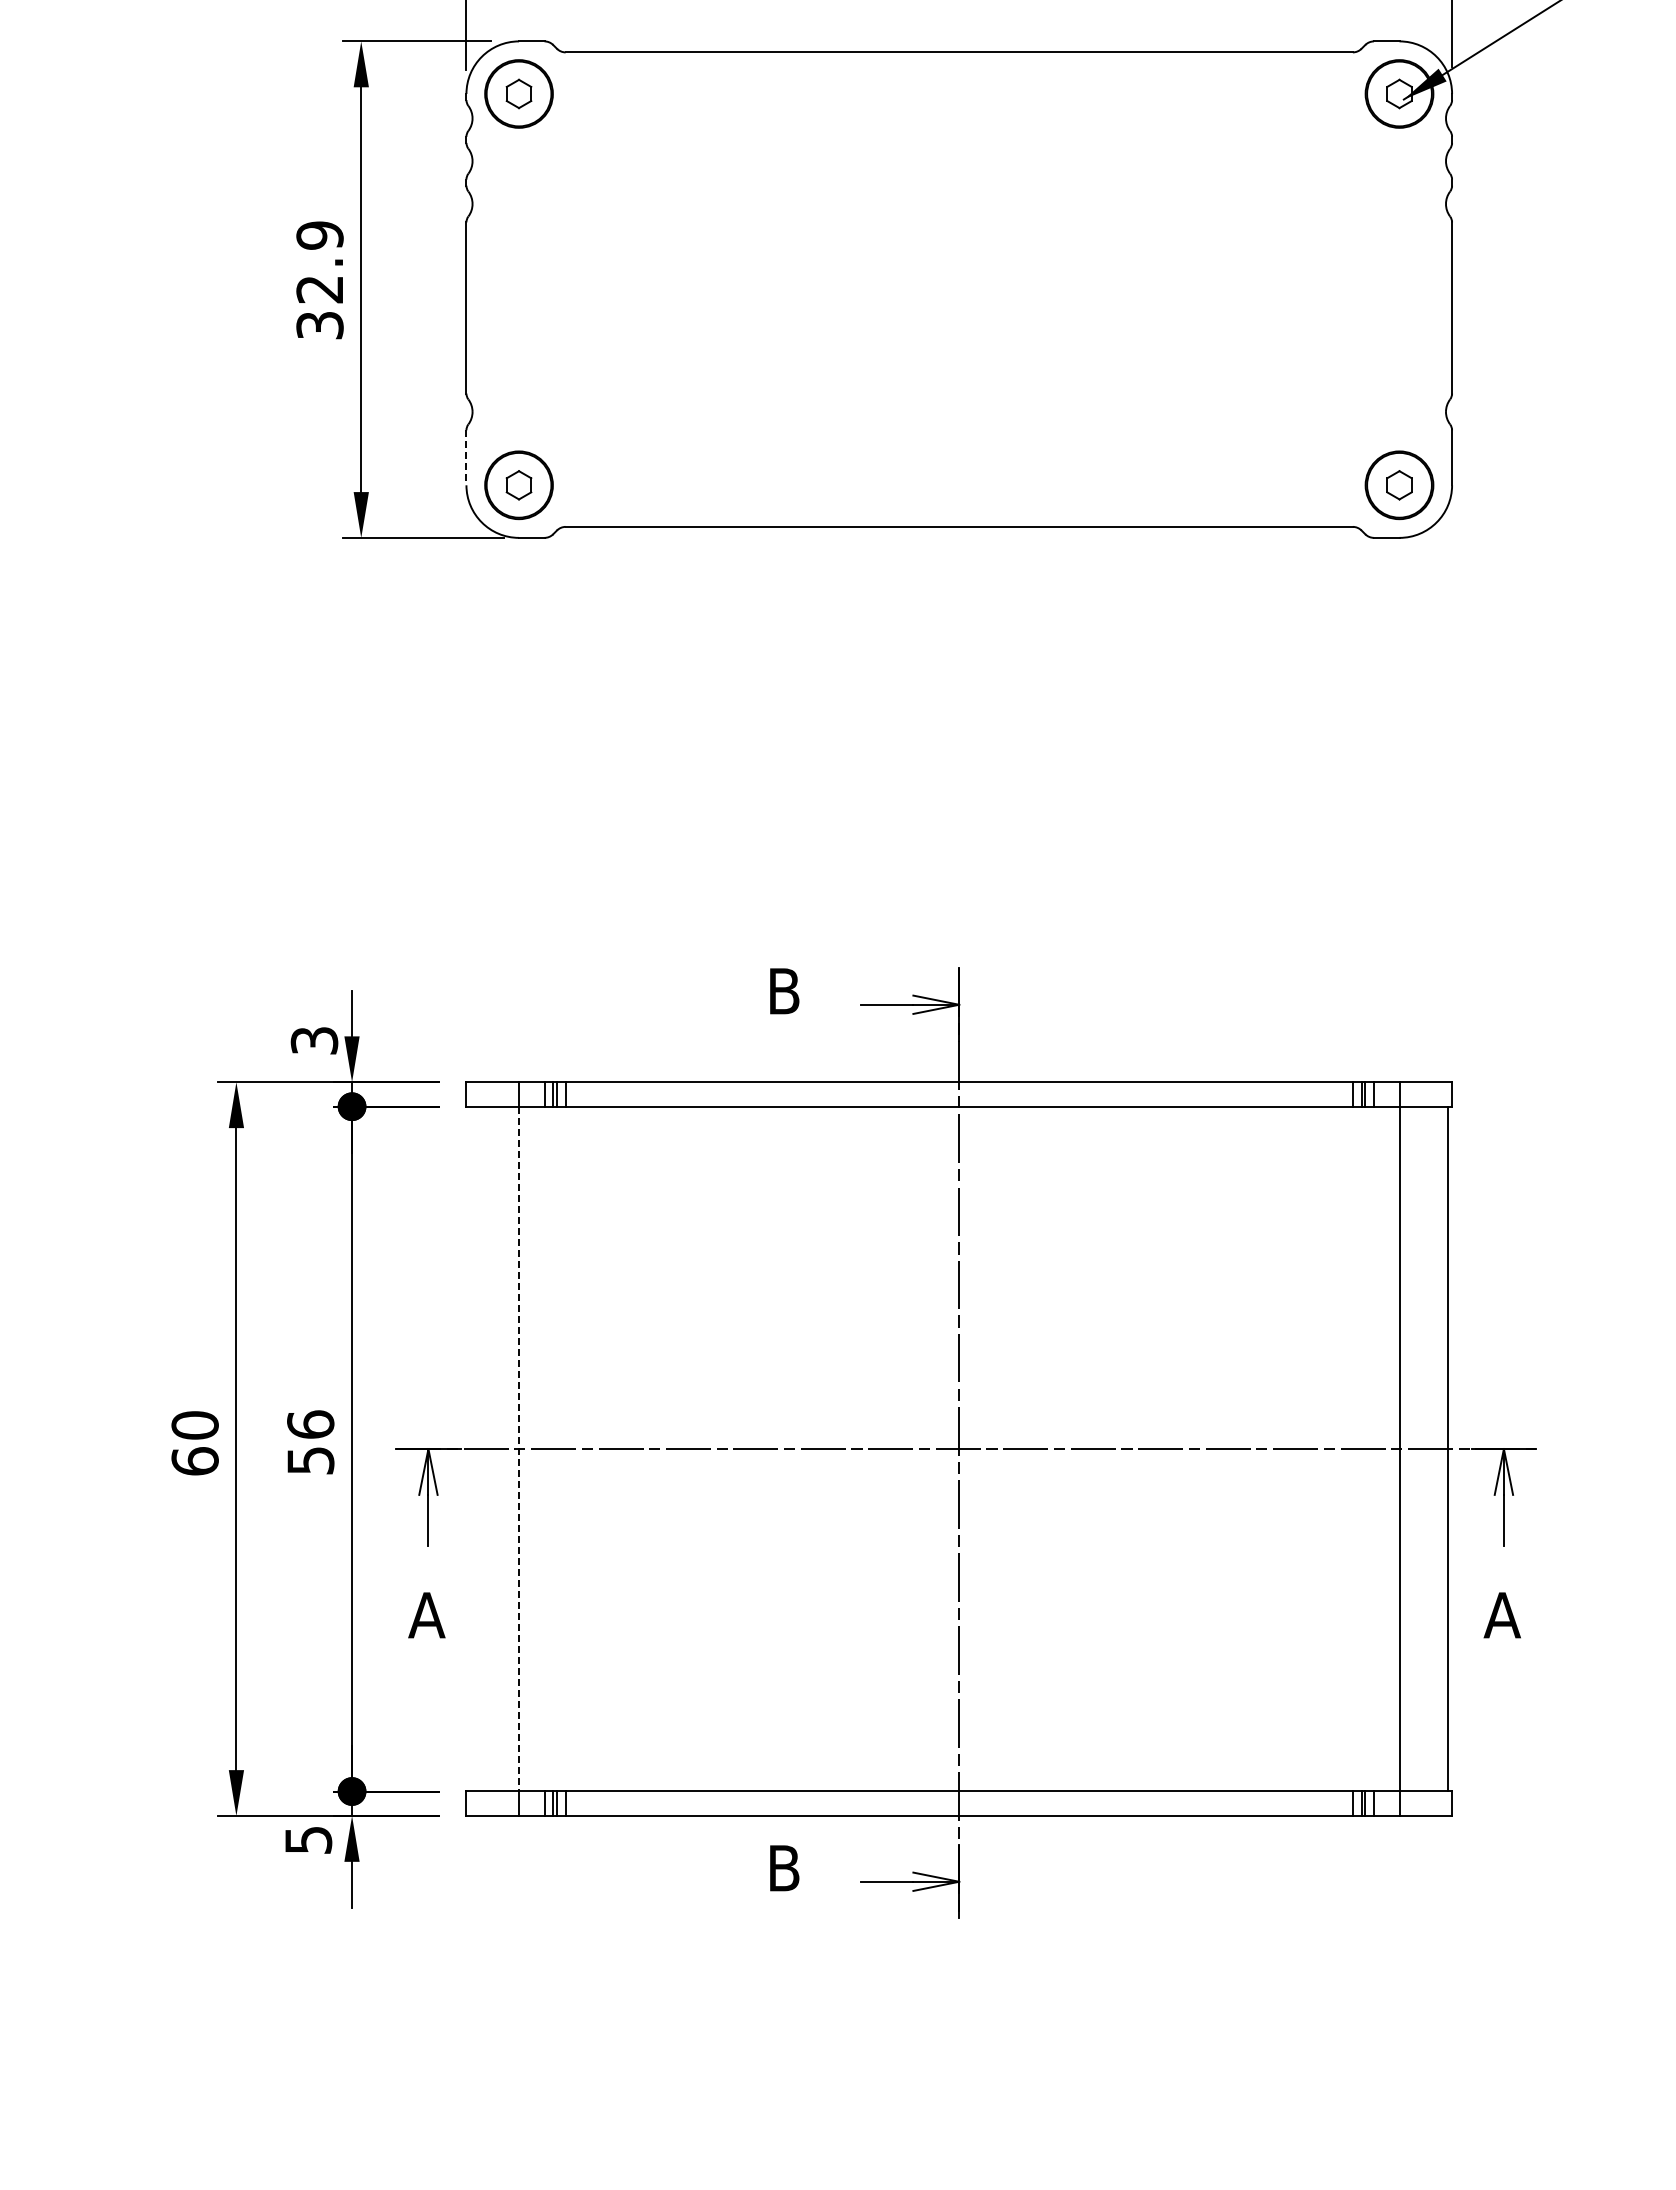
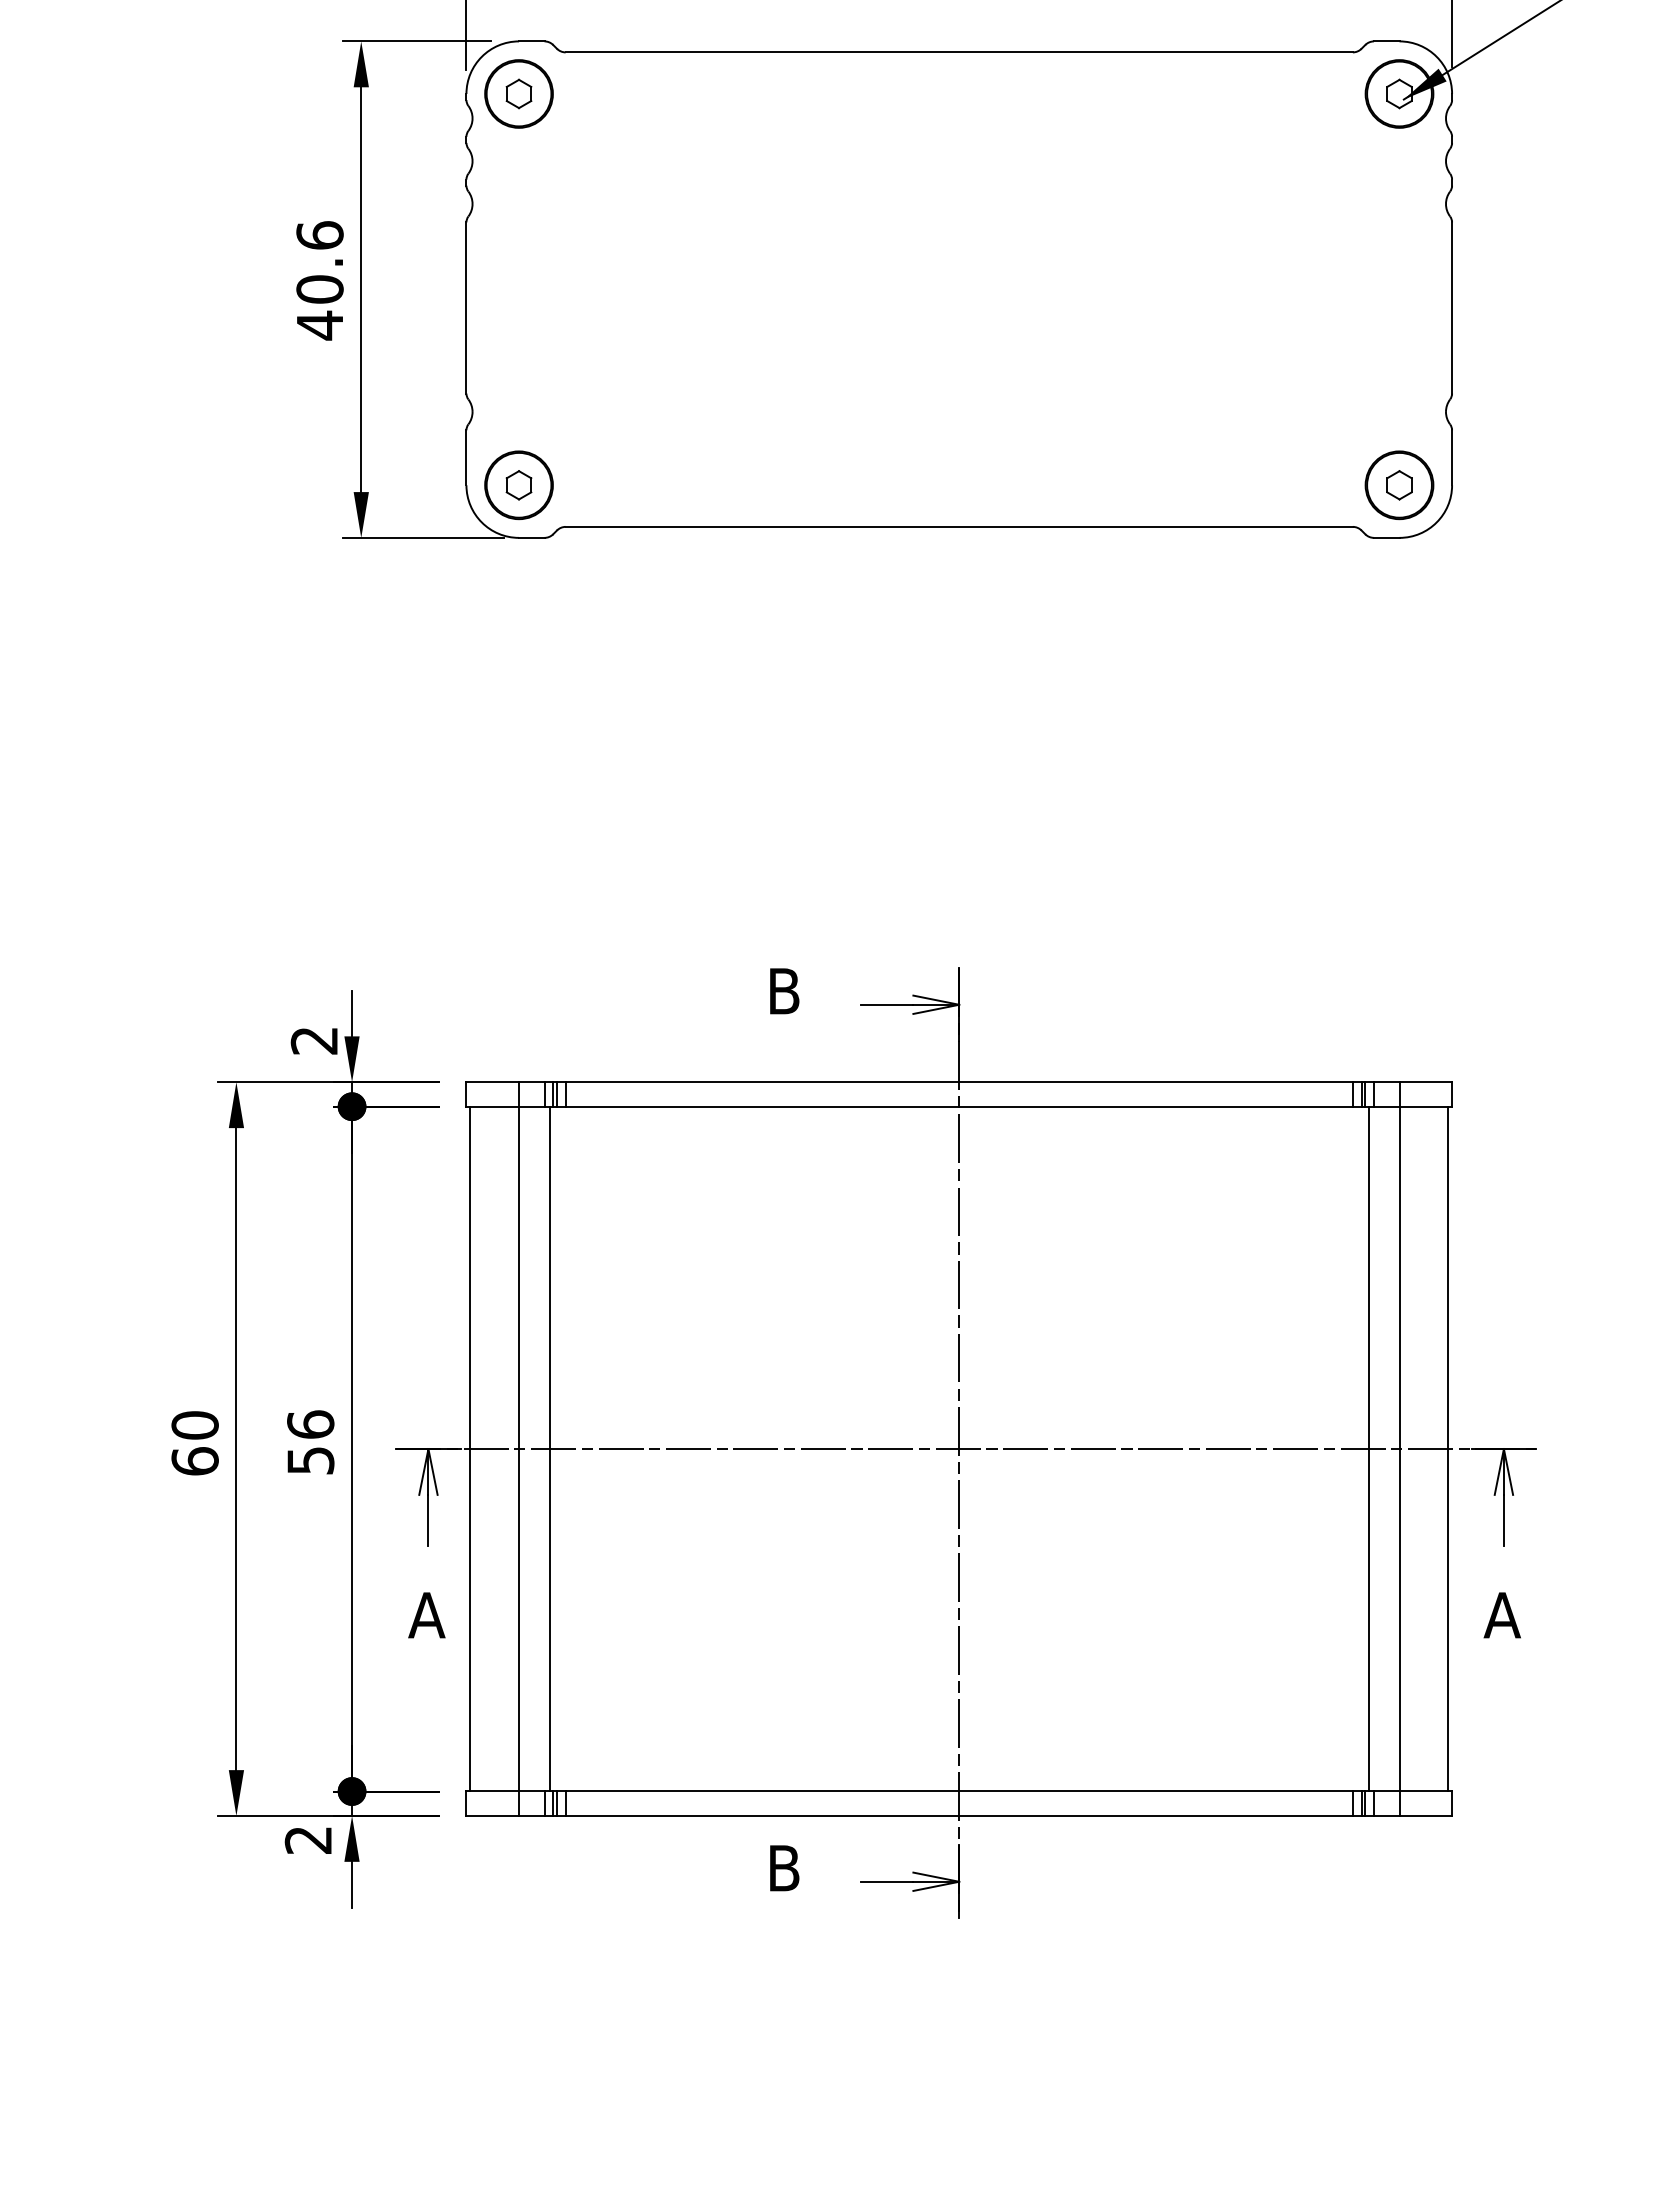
text at (319, 280): 32.9 -> 40.6
line at (466, 457): dashed -> solid
text at (314, 1040): 3 -> 2
line at (470, 1448): none -> present
line at (549, 1448): none -> present
line at (1368, 1448): none -> present
line at (519, 1449): dashed -> solid
text at (308, 1840): 5 -> 2
